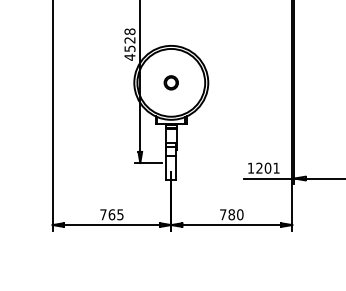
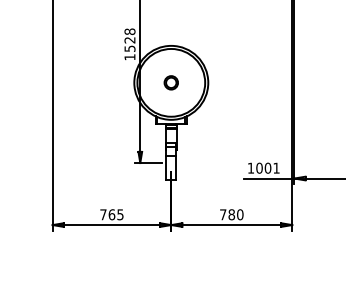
text at (129, 56): 4528 -> 1528
text at (259, 167): 1201 -> 1001
